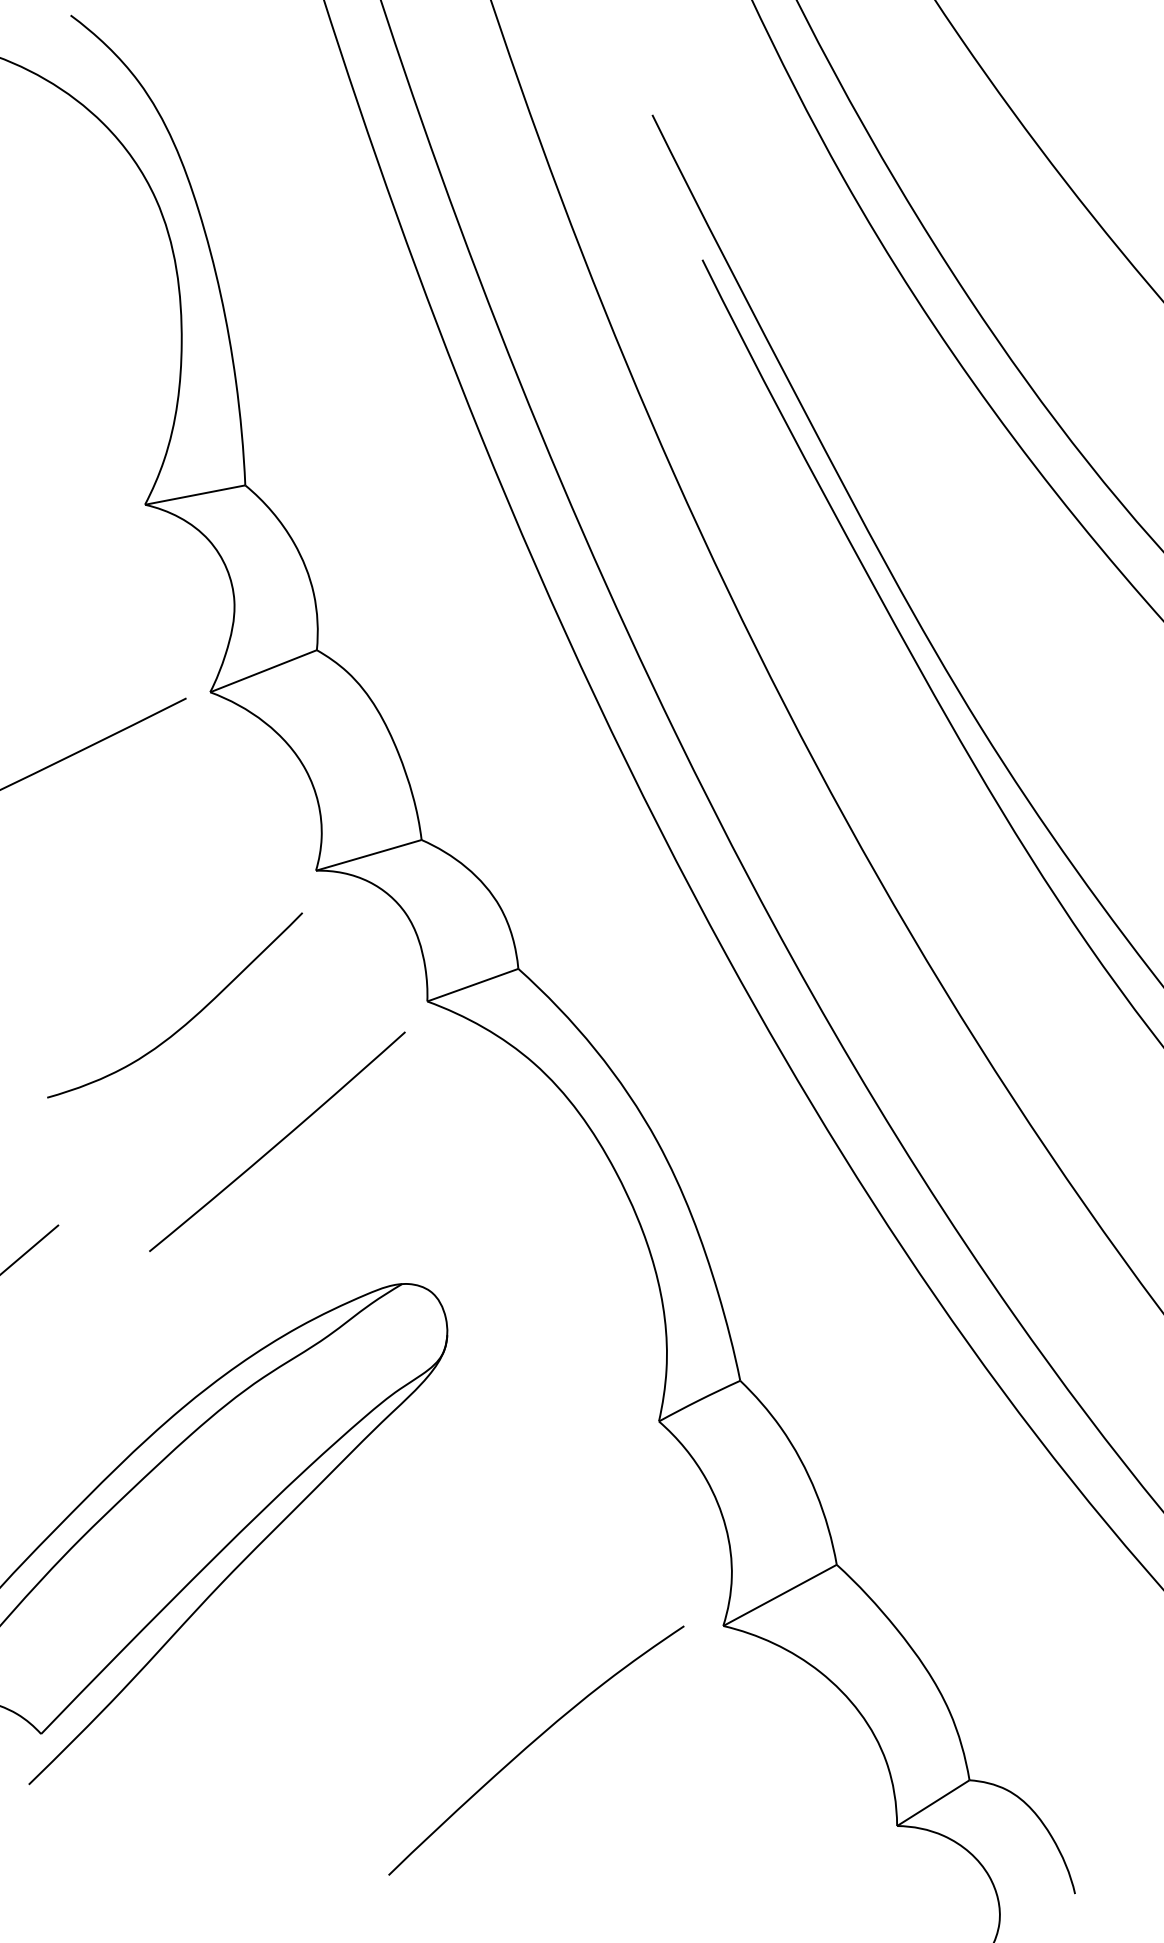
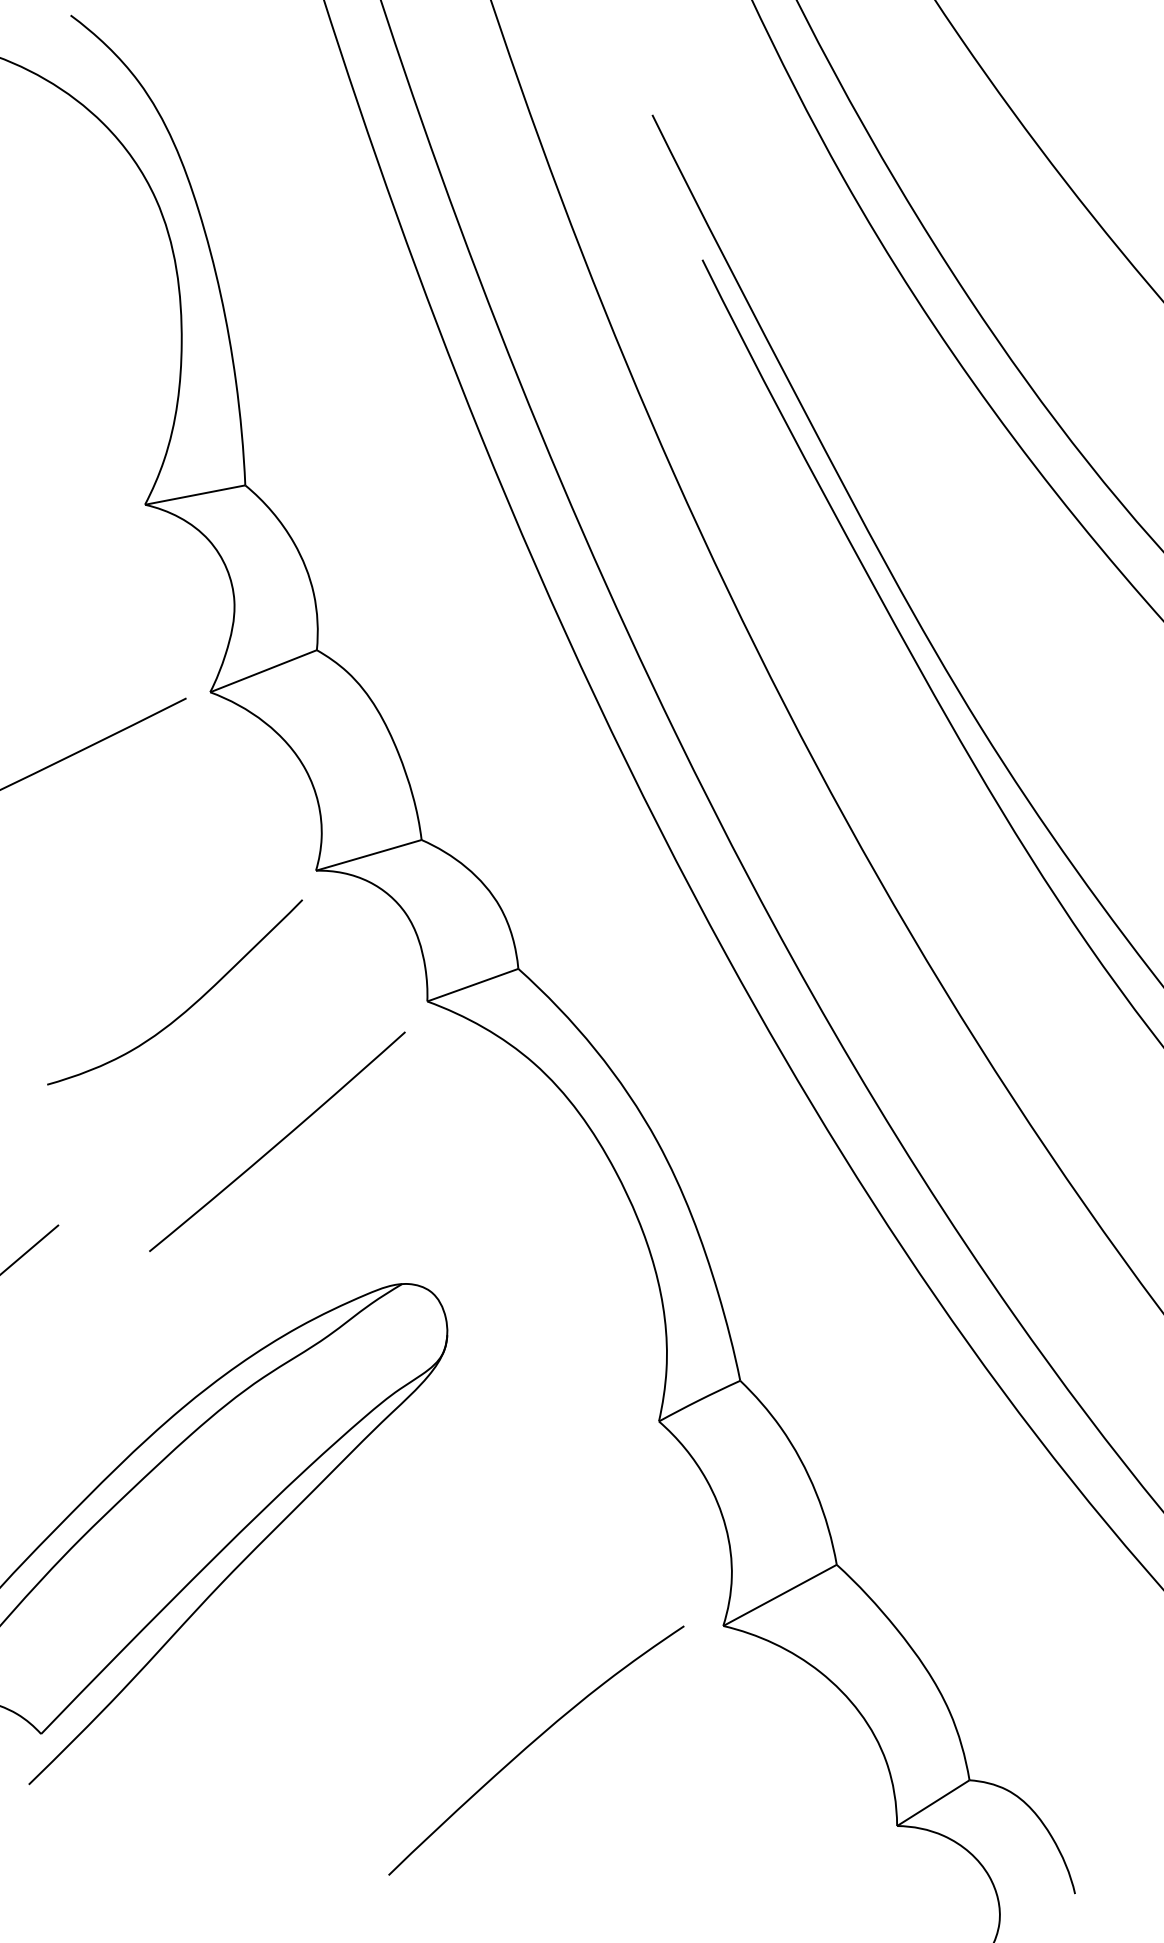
curve at (188, 1020) position: (188, 1020) -> (188, 1007)
